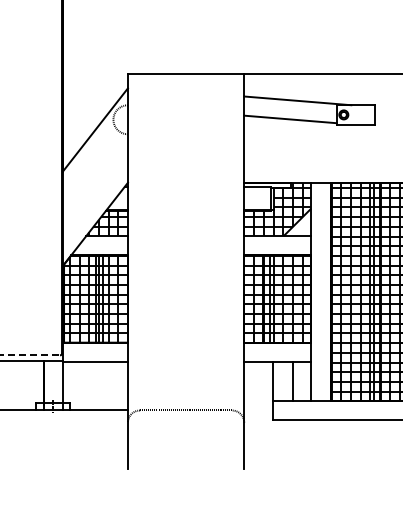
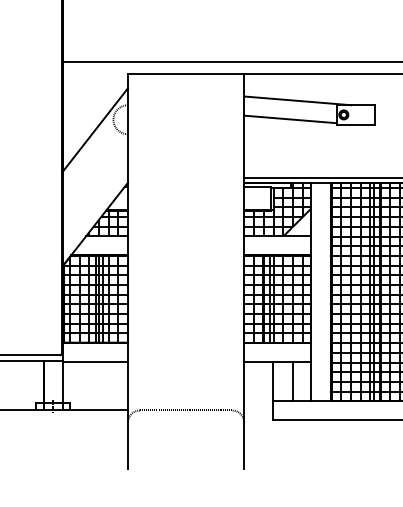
line at (230, 61): none -> present
line at (321, 177): none -> present
line at (30, 355): dashed -> solid
